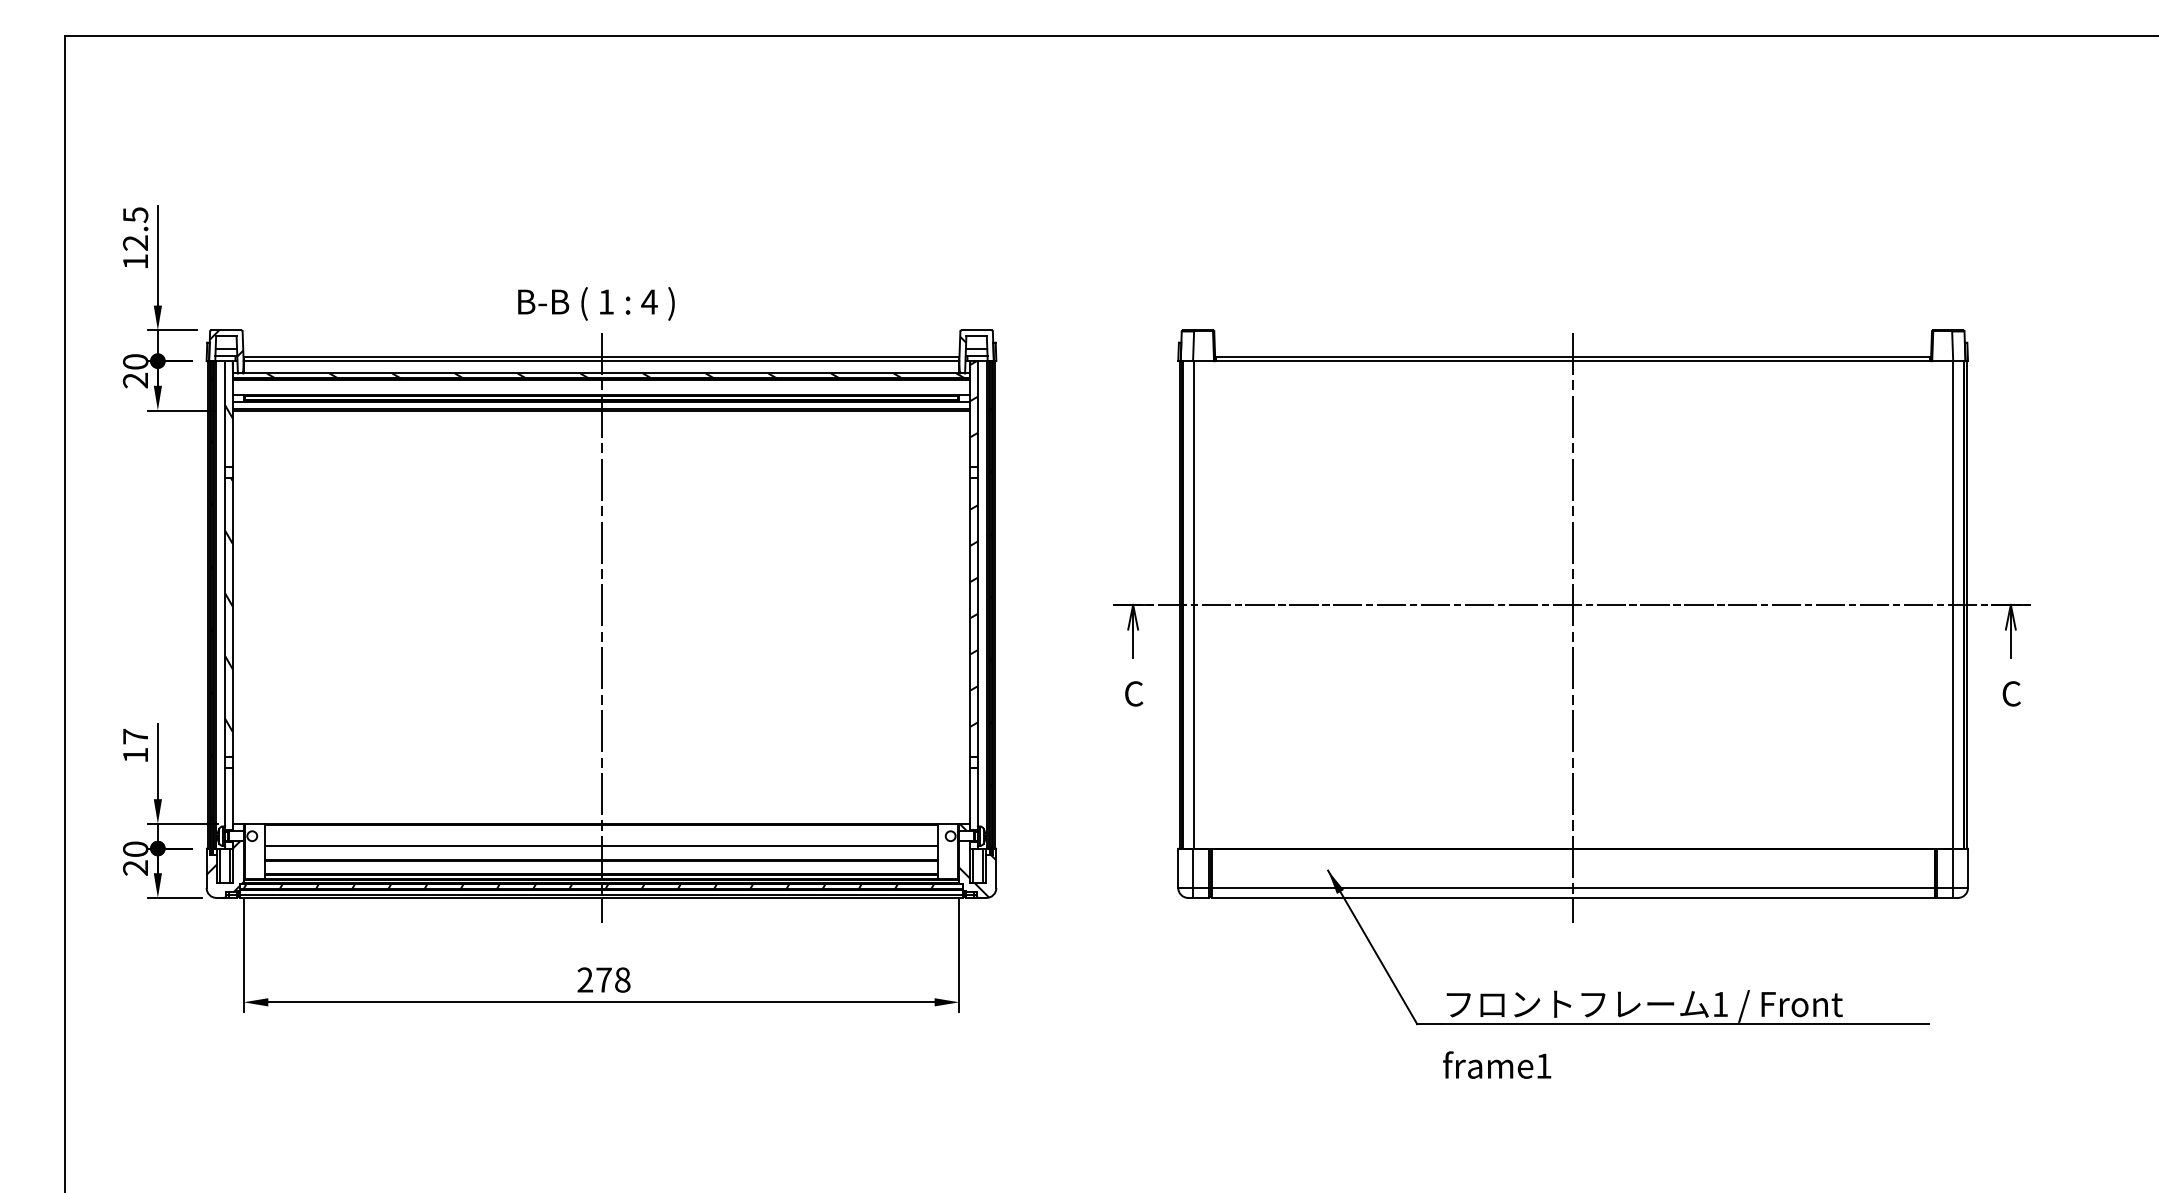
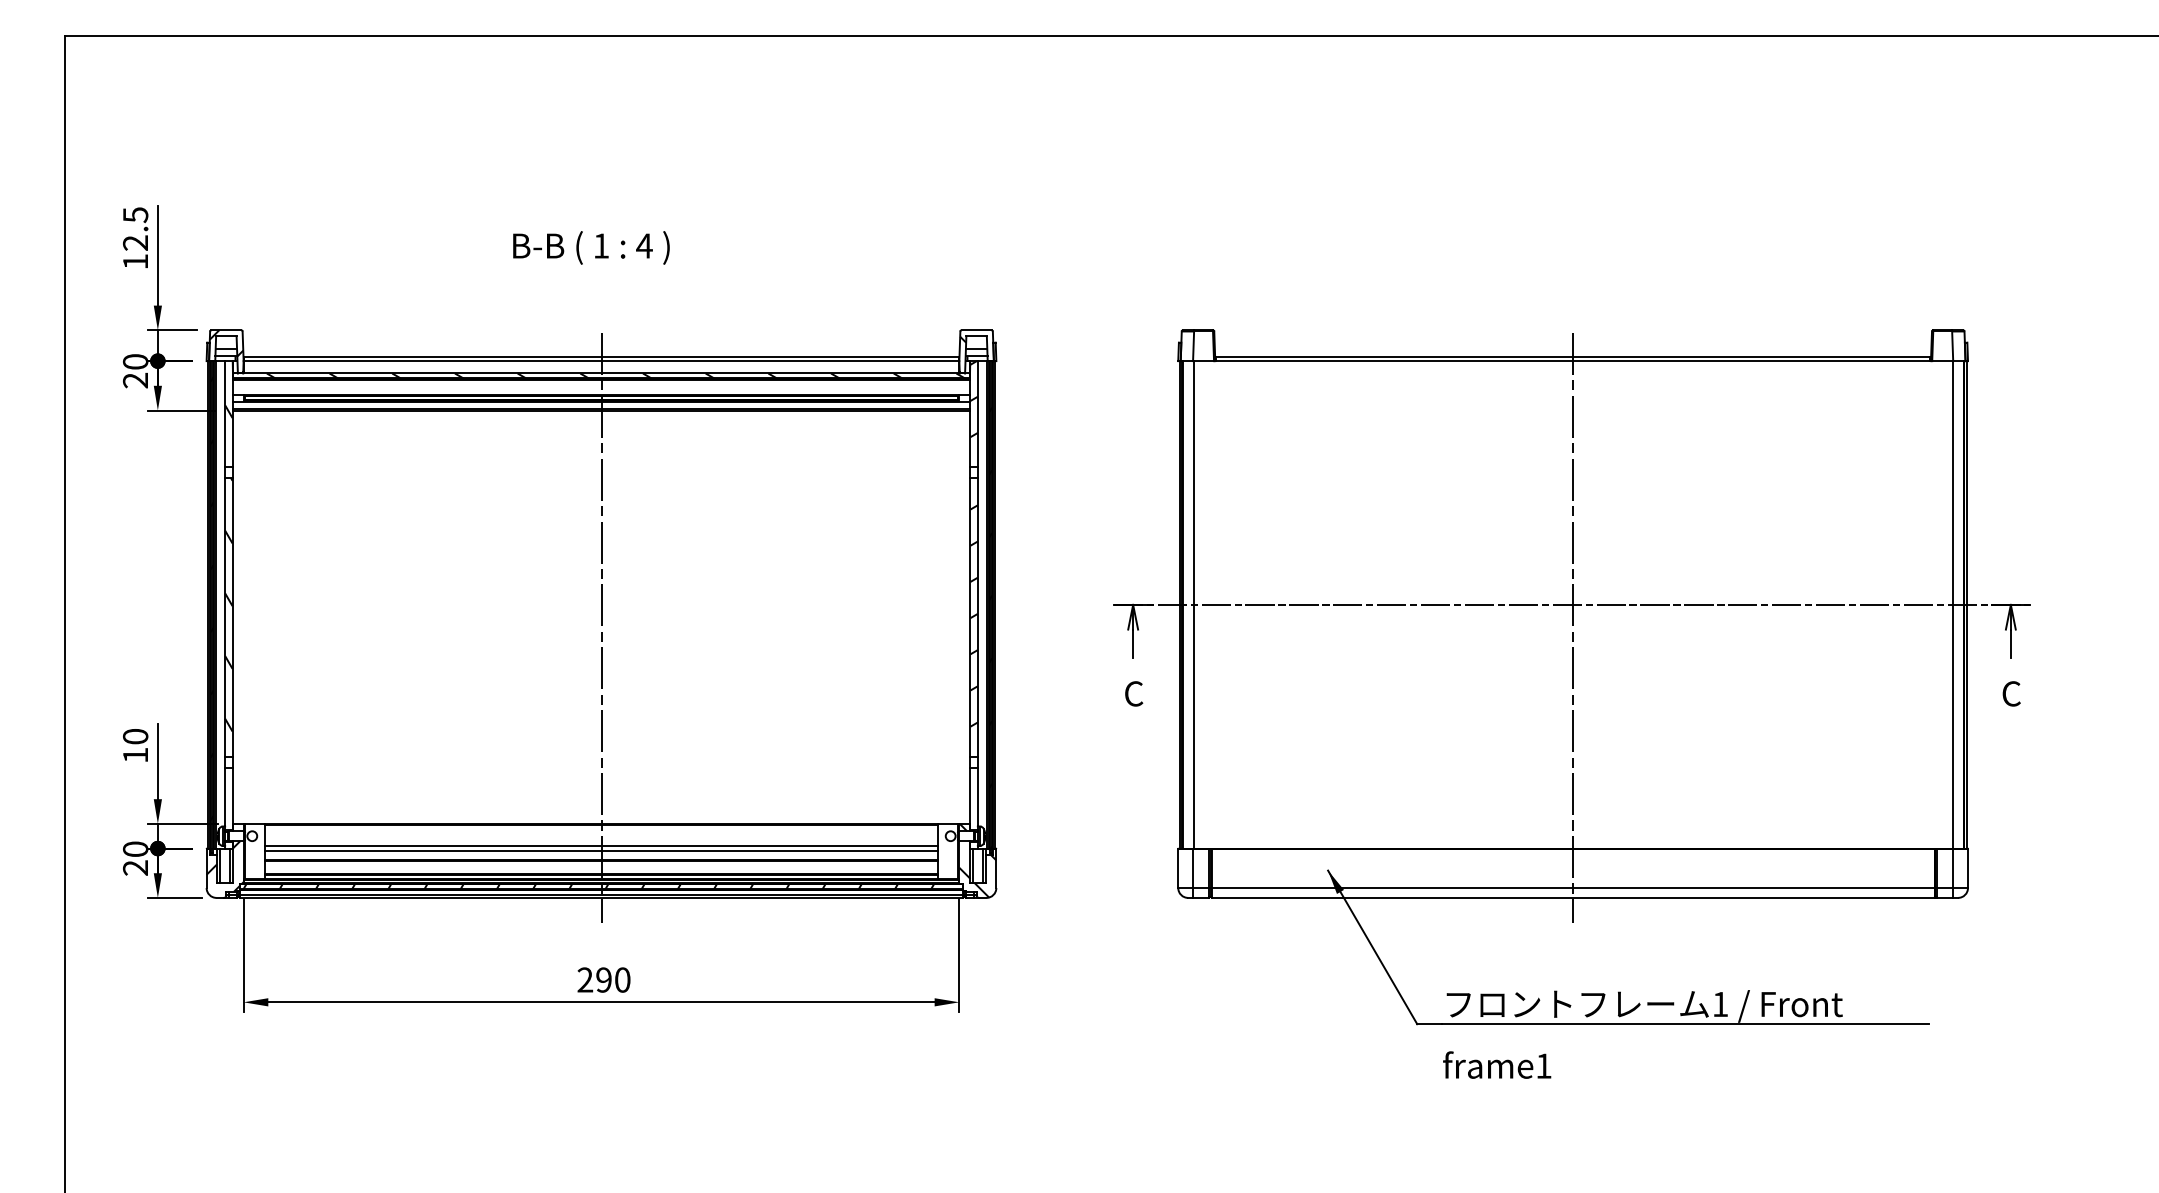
text at (596, 303) position: (596, 303) -> (591, 247)
text at (135, 736): 17 -> 10
line at (601, 851): none -> present
text at (613, 979): 278 -> 290
